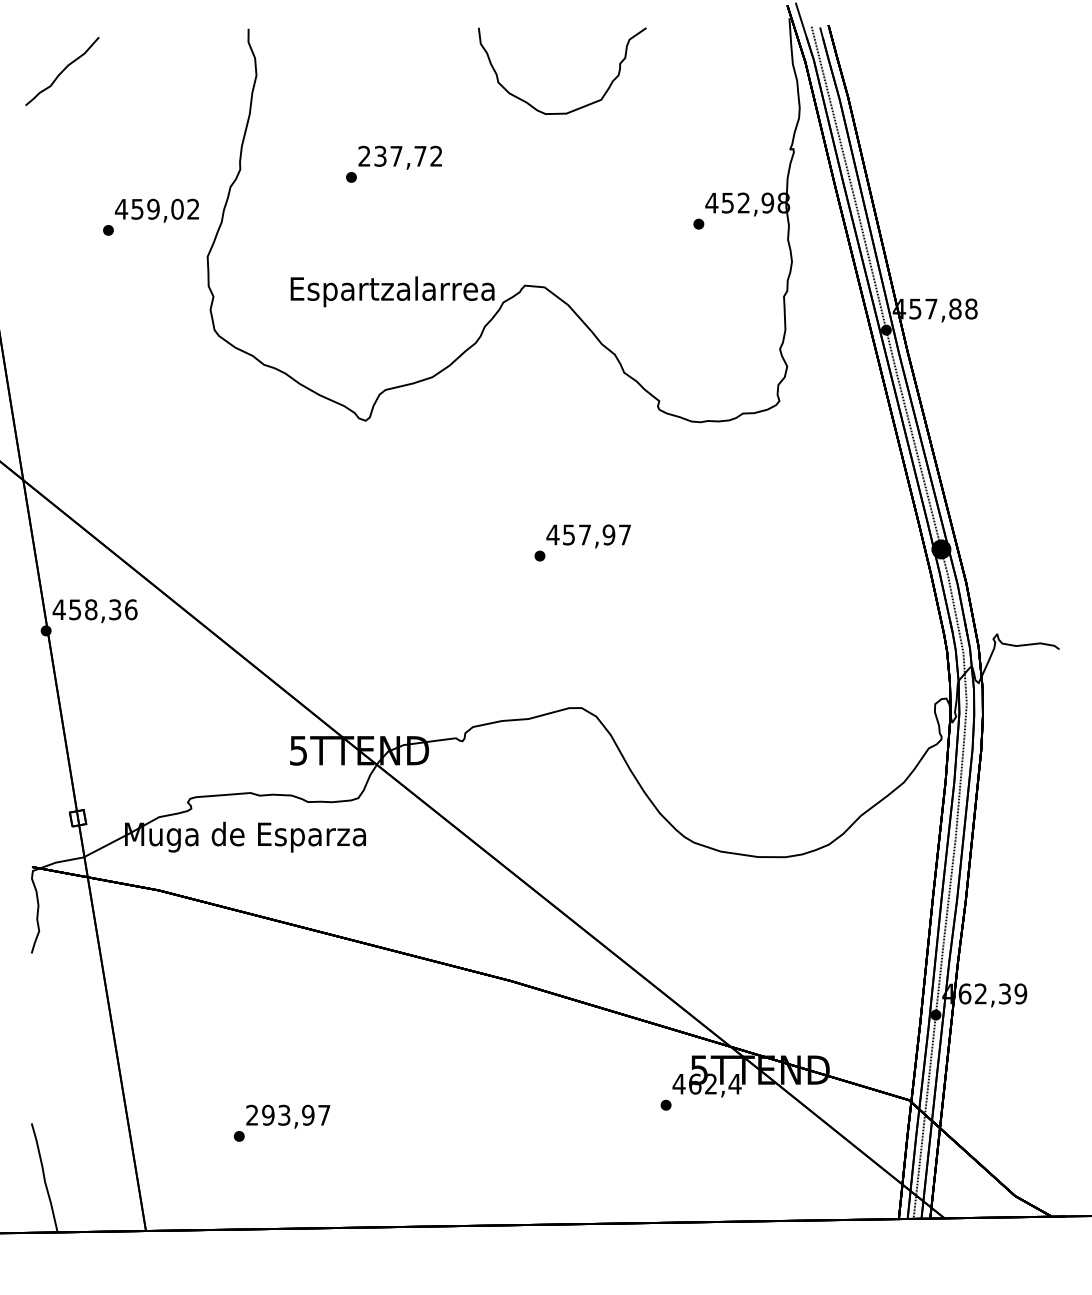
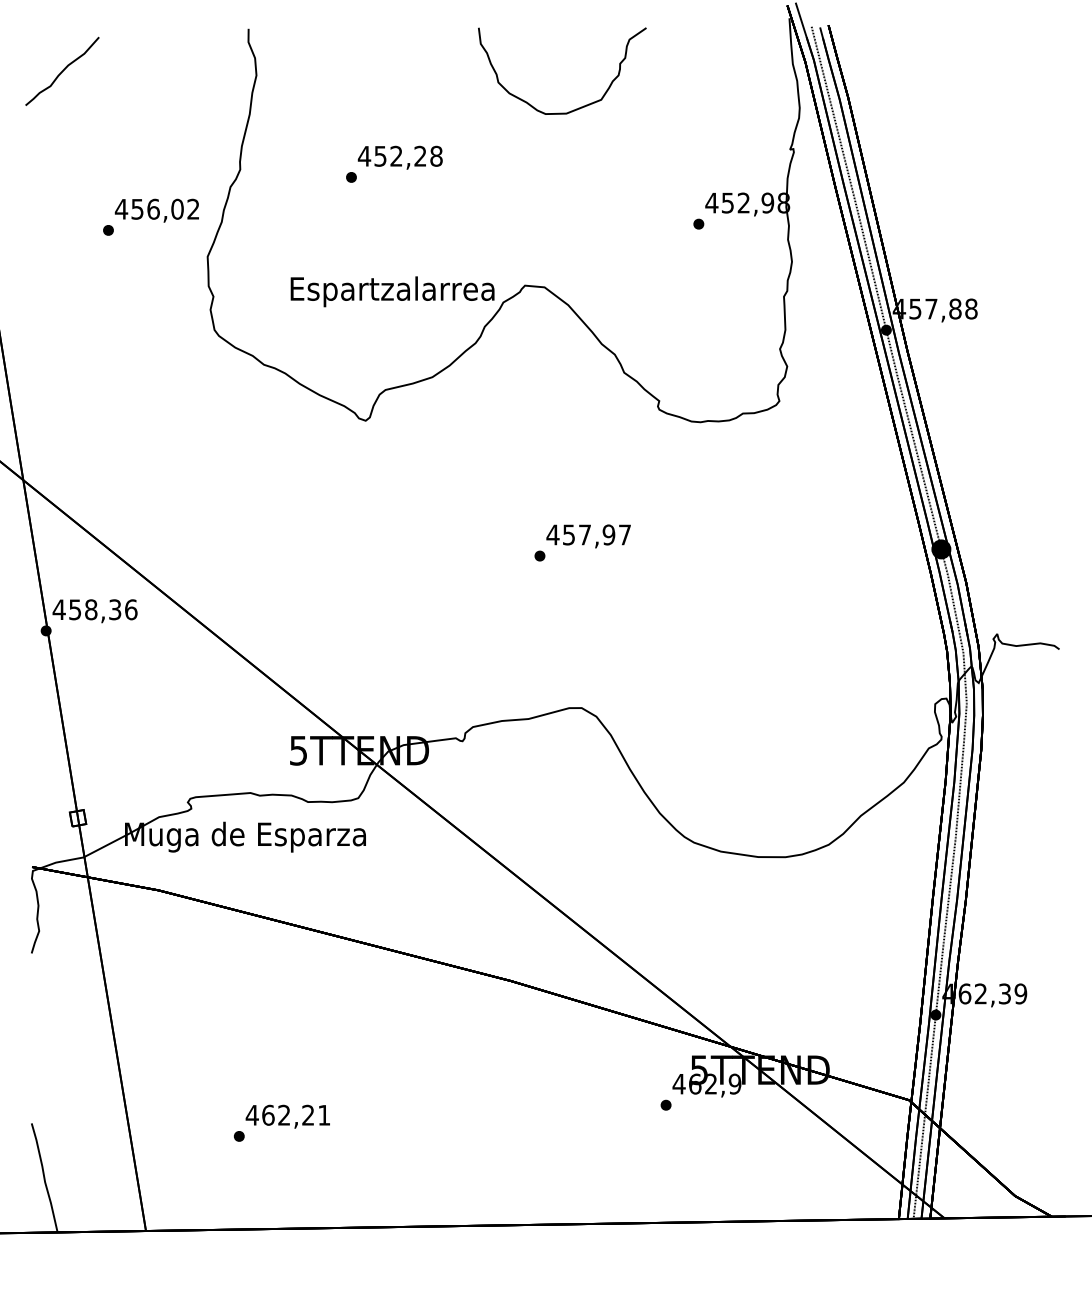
text at (399, 155): 237,72 -> 452,28
text at (153, 208): 459,02 -> 456,02
text at (734, 1083): 462,4 -> 462,9
text at (287, 1114): 293,97 -> 462,21
